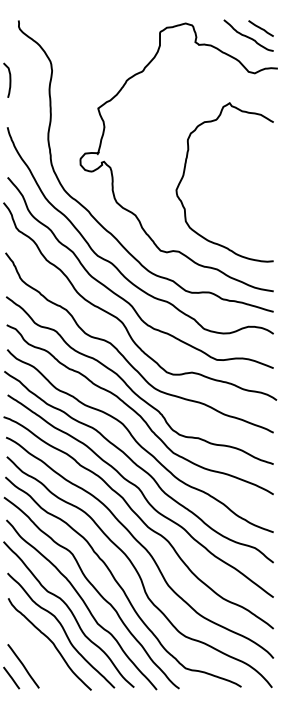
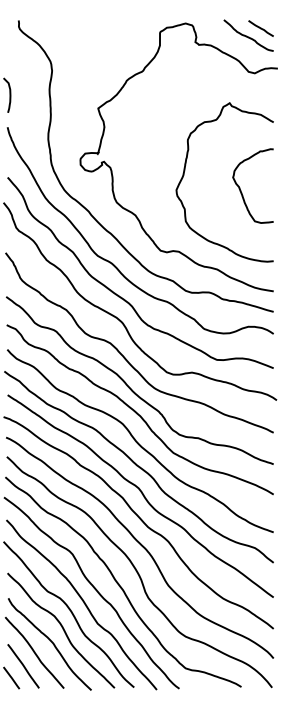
curve at (9, 79) position: (9, 79) -> (9, 94)
curve at (241, 190): none -> present
curve at (34, 652): none -> present
